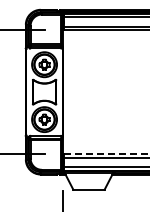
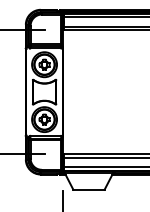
line at (106, 153): dashed -> solid
